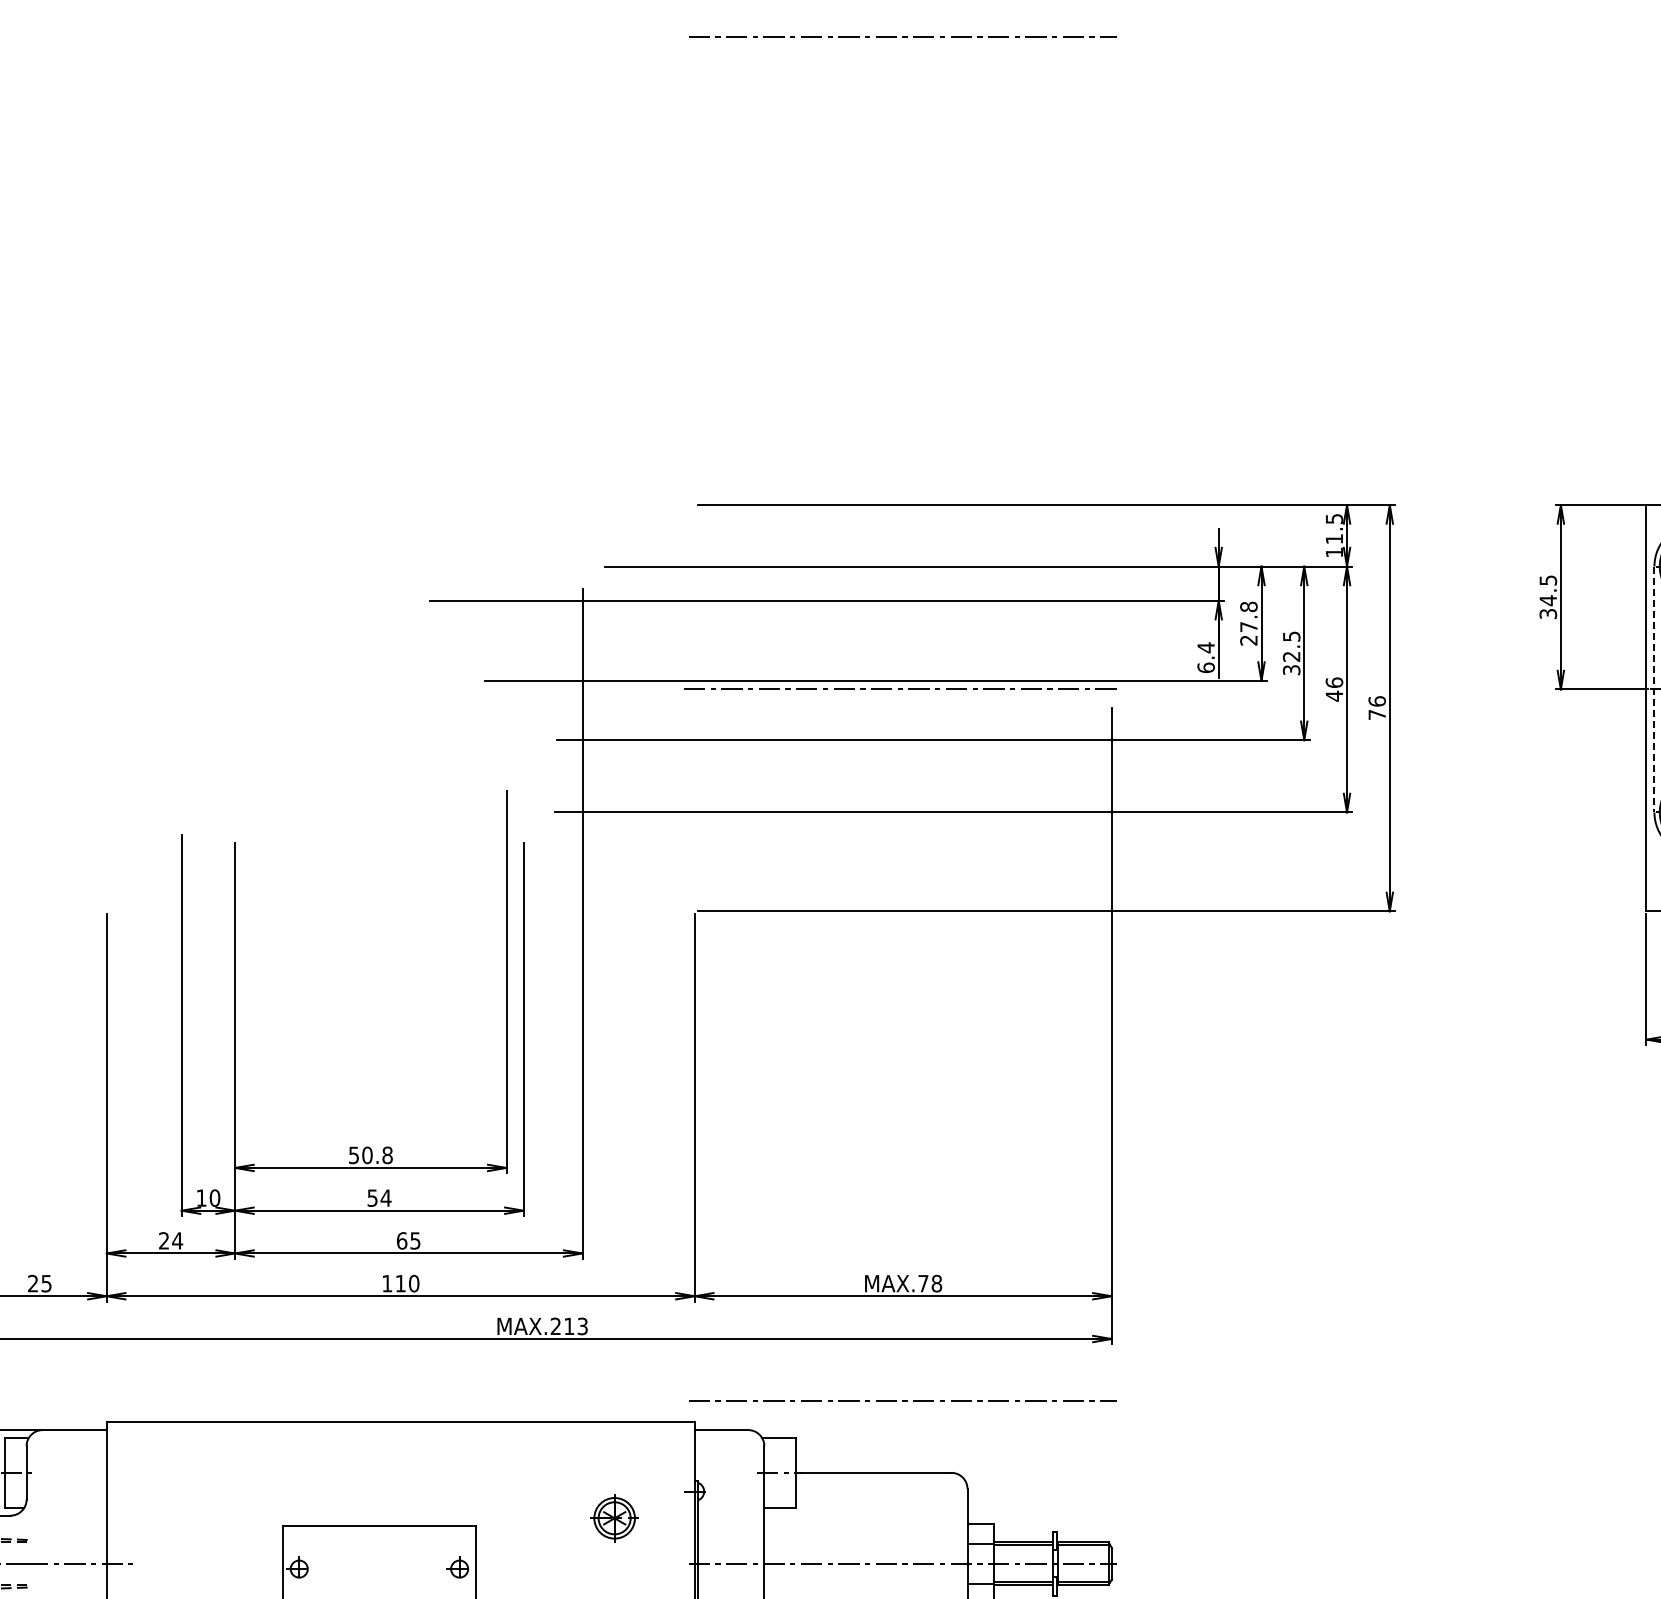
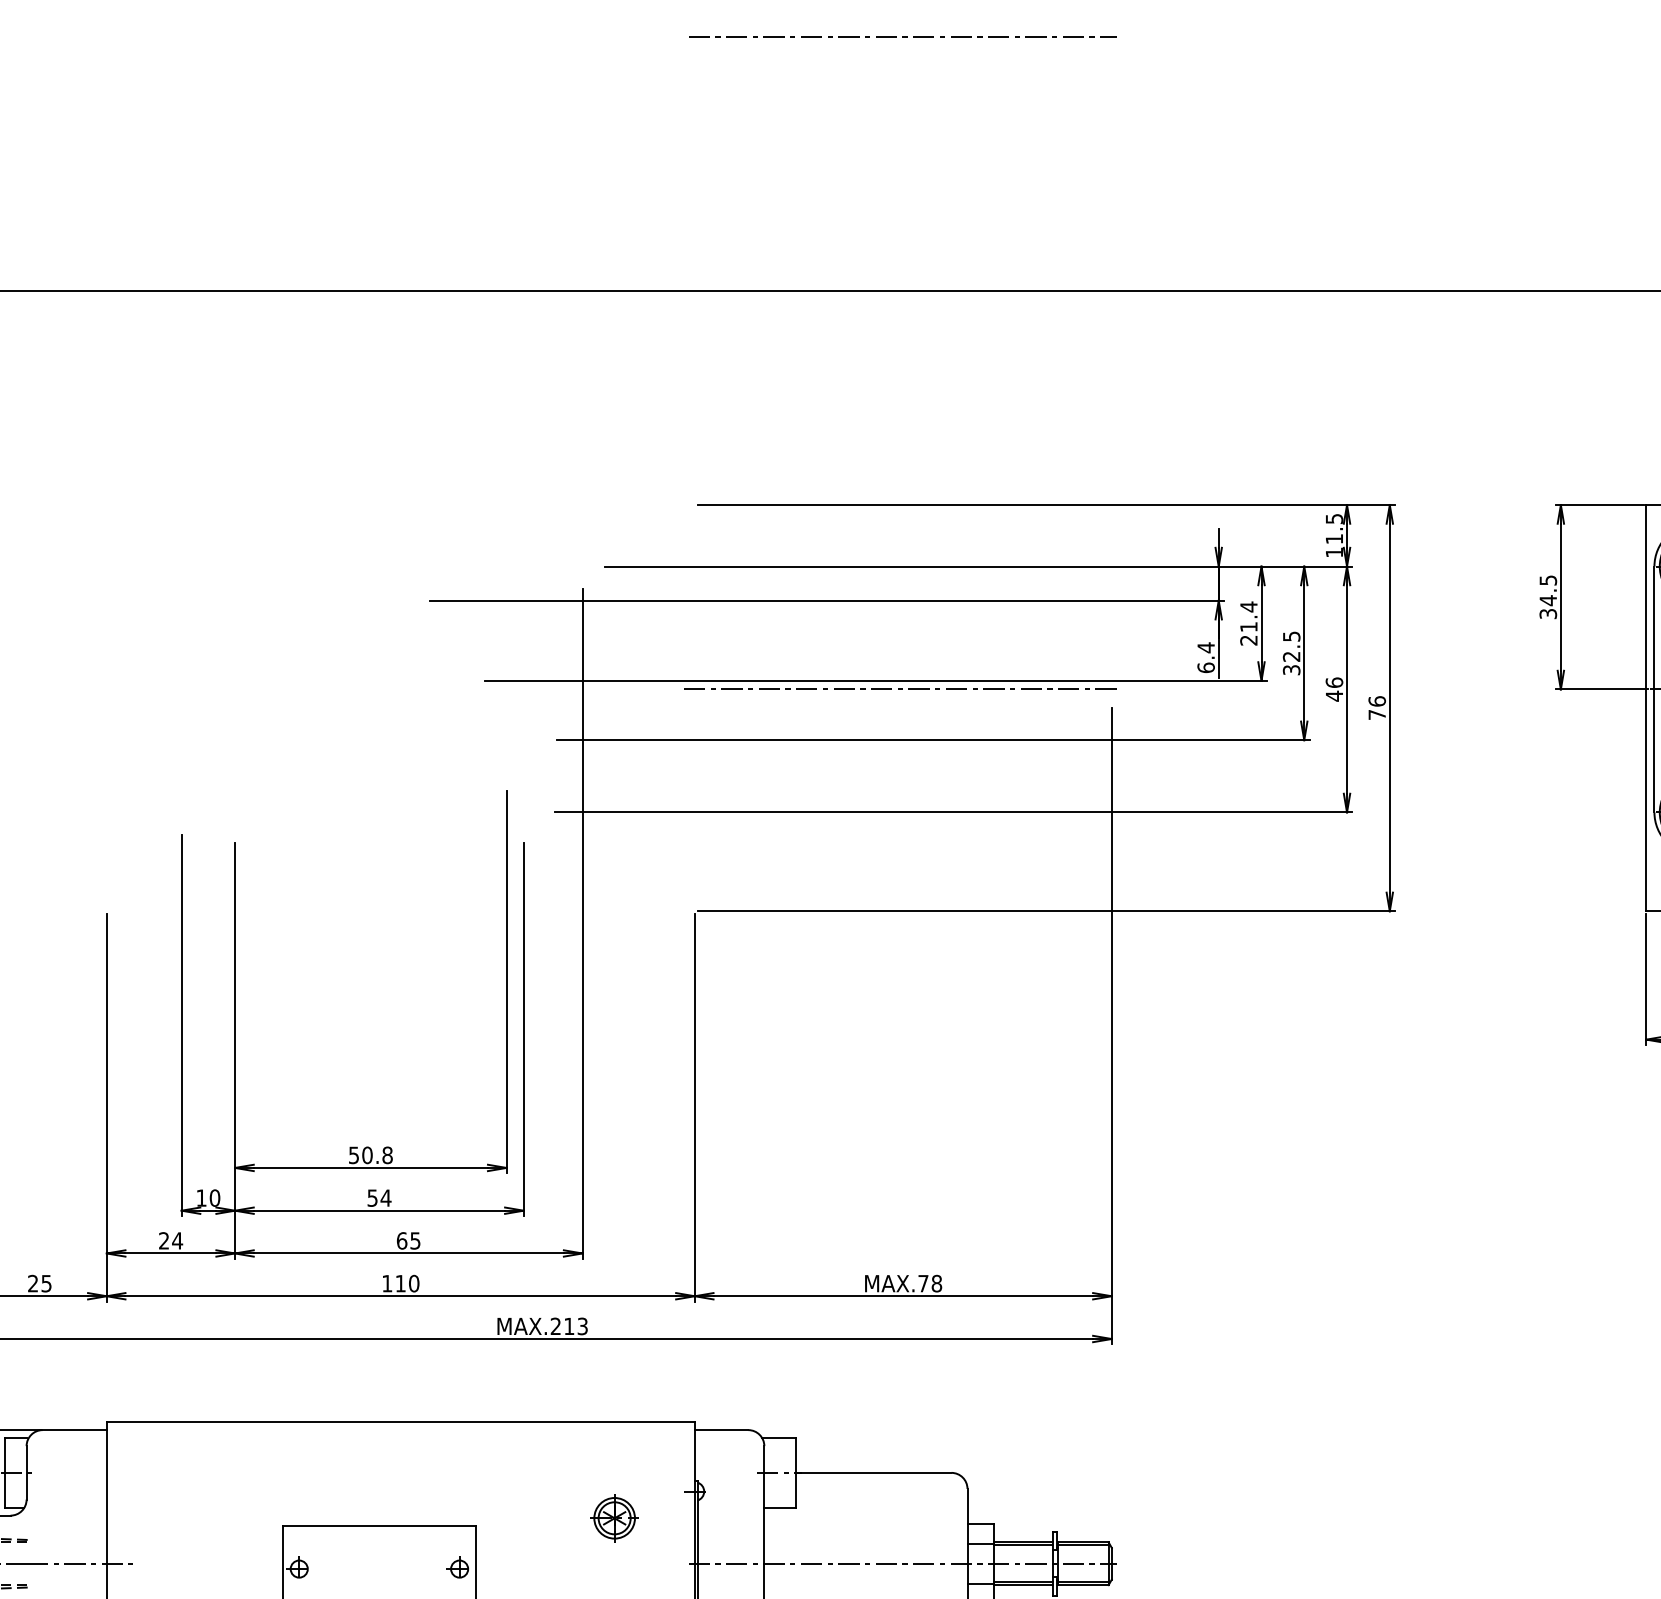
line at (829, 291): none -> present
text at (1248, 616): 27.8 -> 21.4
line at (1654, 689): dashed -> solid
line at (902, 1400): present -> none
